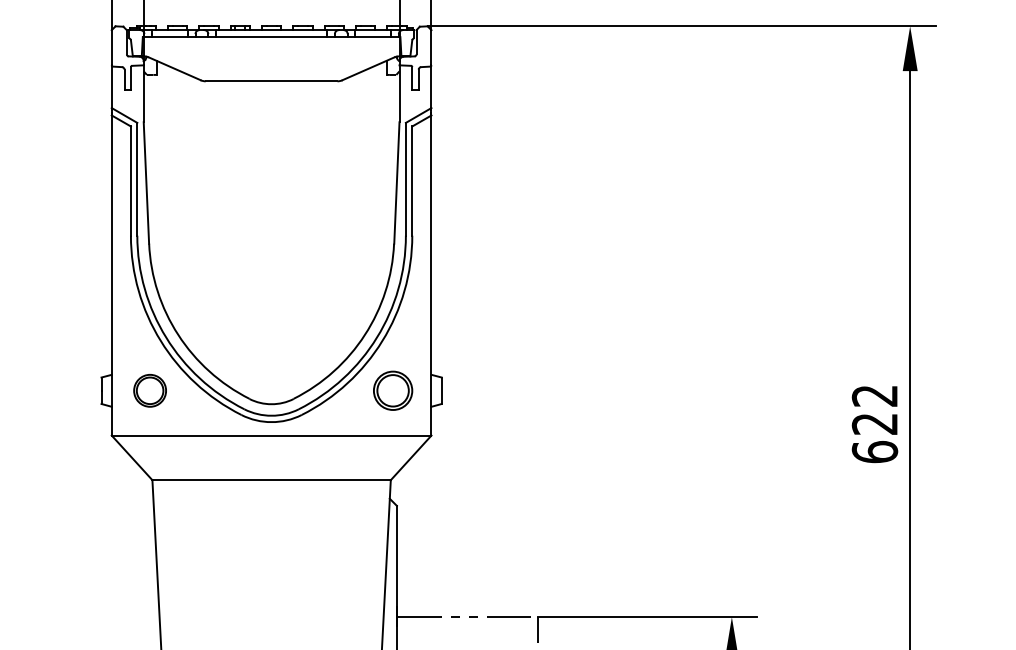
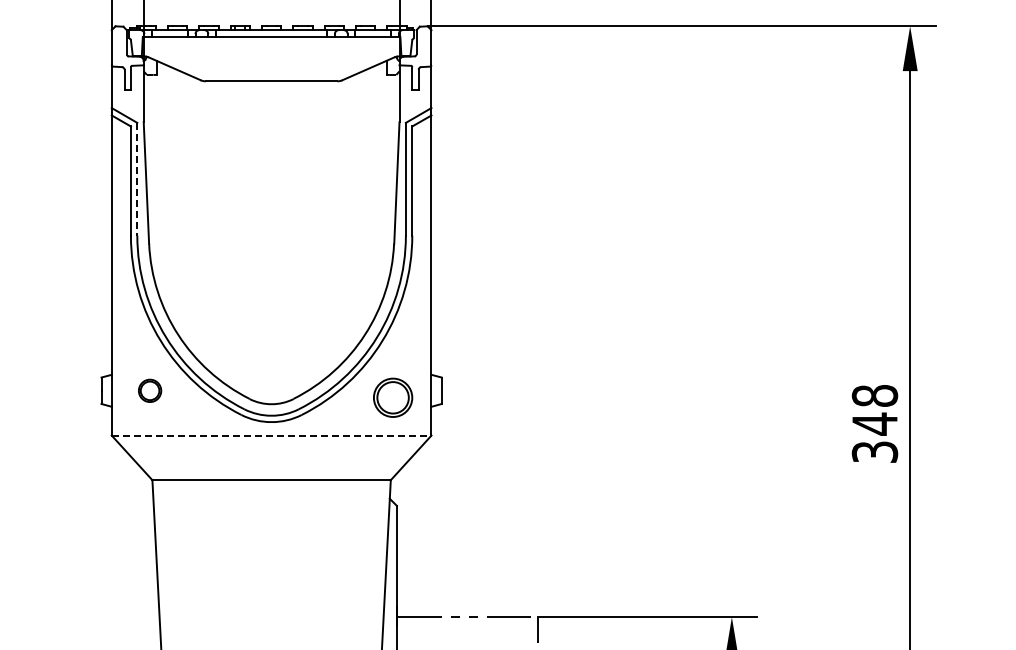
line at (137, 179): solid -> dashed
part at (149, 390) size: 34x34 px -> 25x25 px
part at (393, 390) position: (393, 390) -> (393, 397)
text at (874, 424): 622 -> 348
line at (271, 435): solid -> dashed
